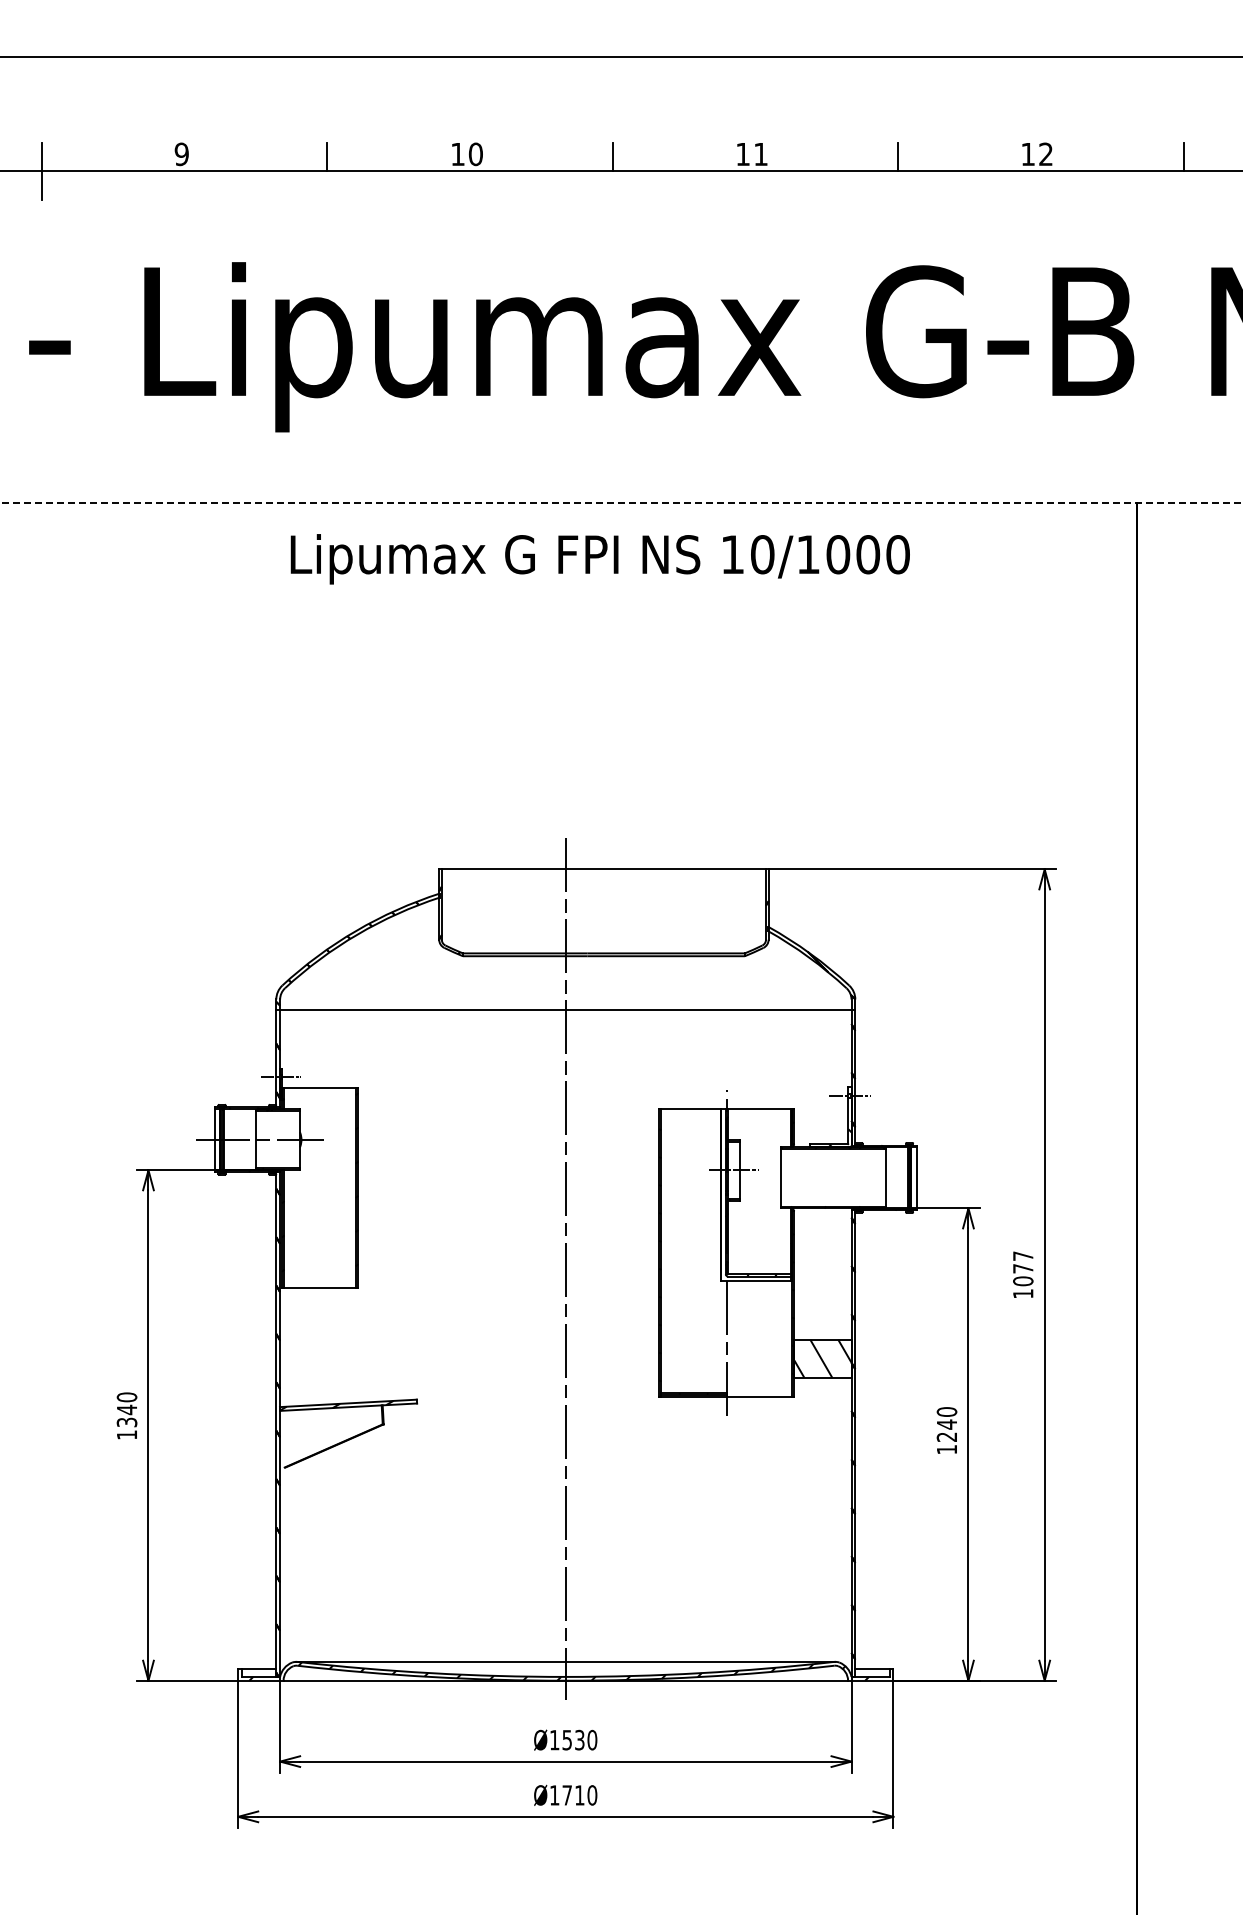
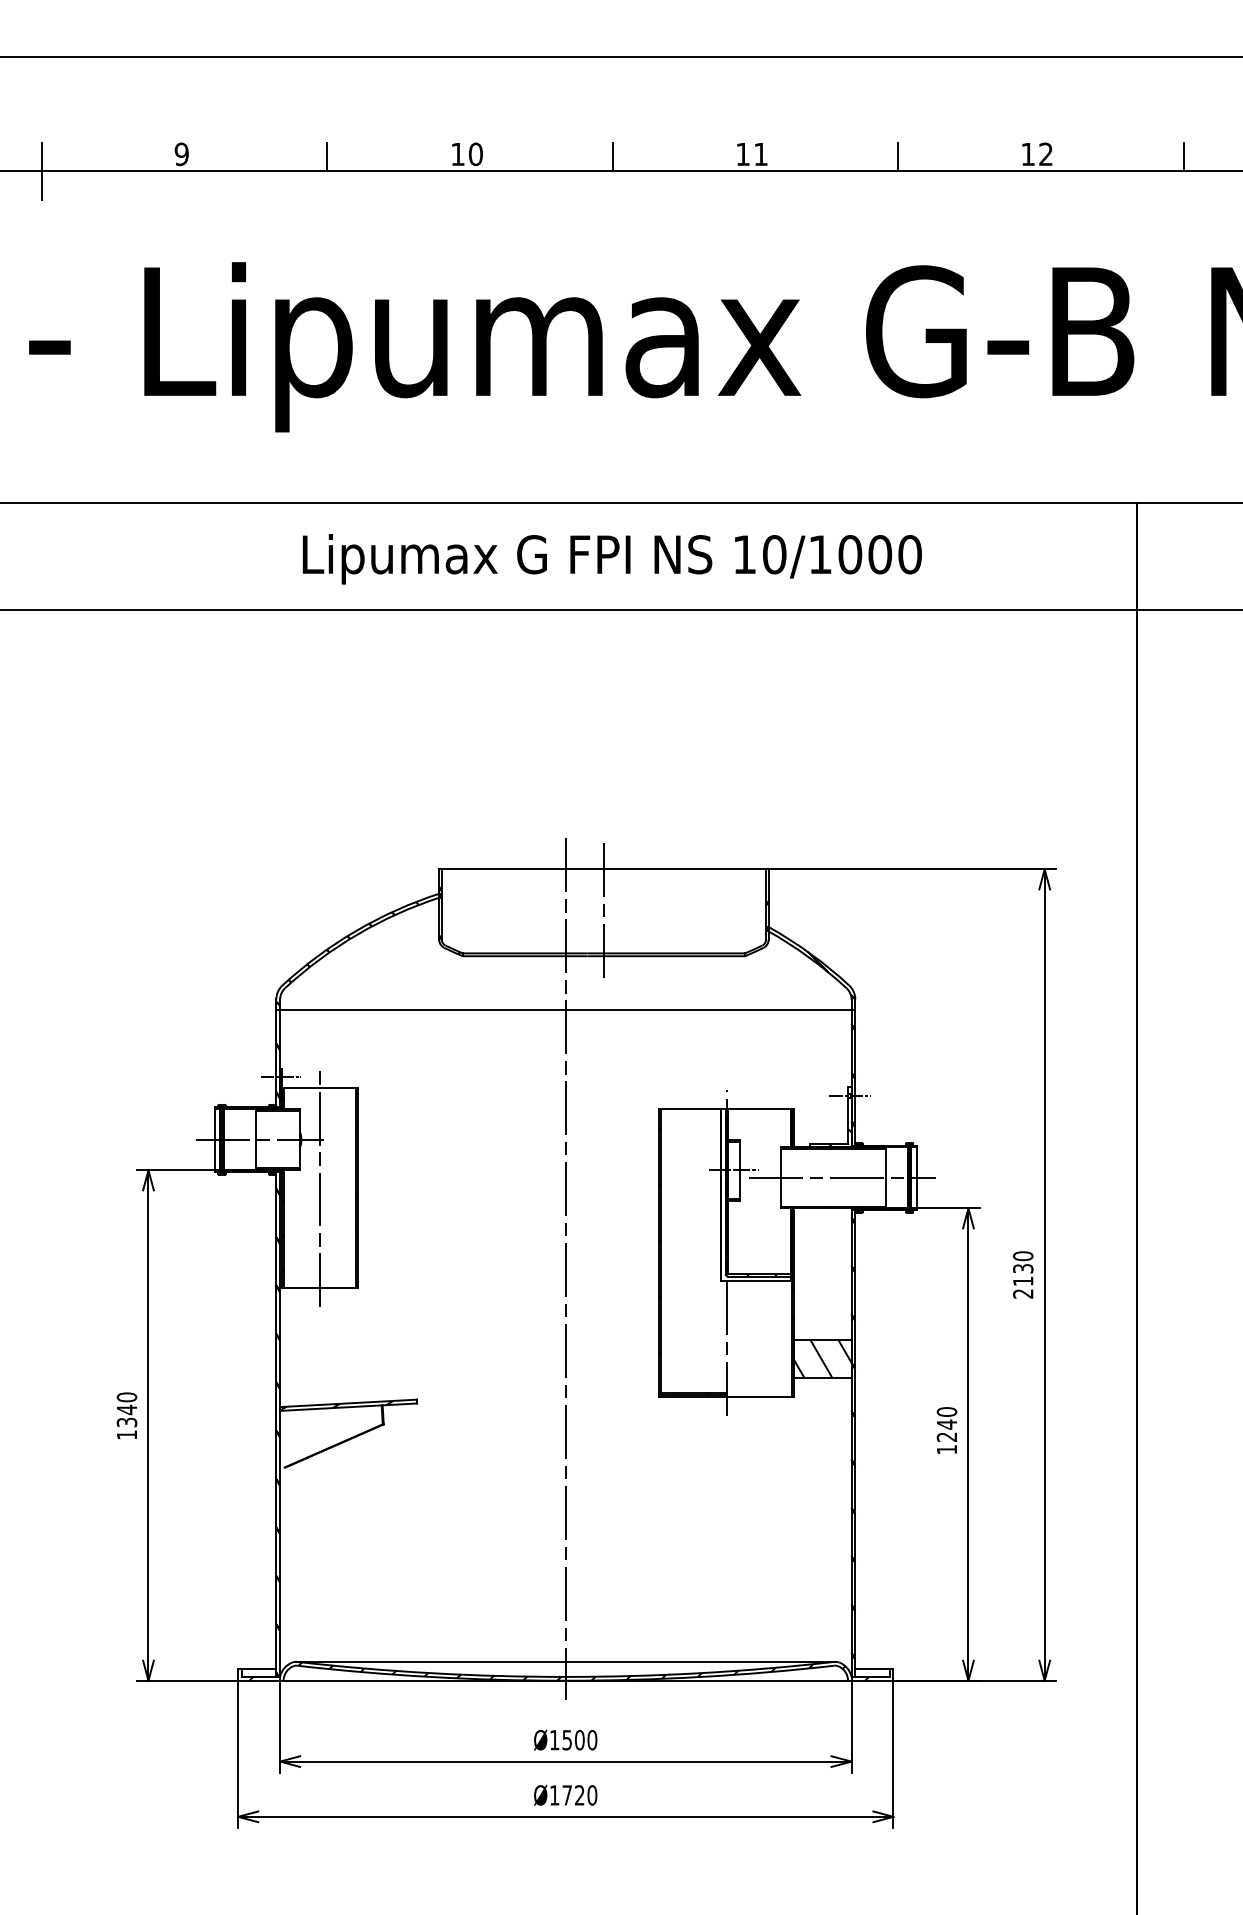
line at (621, 502): dashed -> solid
text at (599, 559) position: (599, 559) -> (611, 559)
line at (620, 609): none -> present
line at (603, 907): none -> present
line at (842, 1177): none -> present
line at (320, 1188): none -> present
text at (1023, 1274): 1077 -> 2130
text at (579, 1740): Ø1530 -> Ø1500
text at (579, 1795): Ø1710 -> Ø1720
